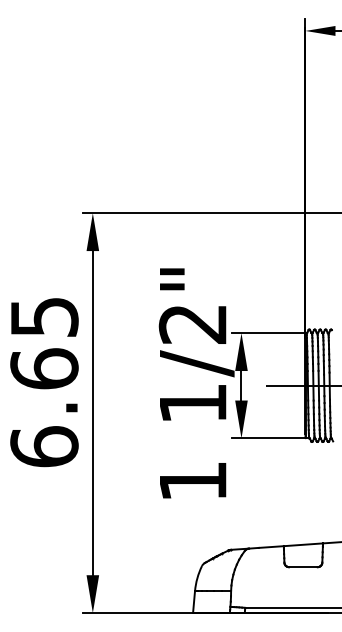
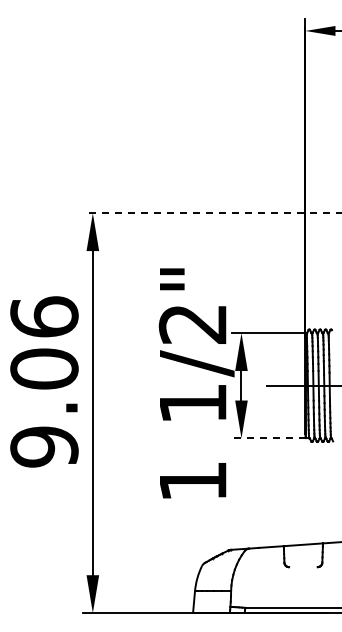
line at (212, 213): solid -> dashed
text at (44, 381): 6.65 -> 9.06
line at (268, 438): solid -> dashed
line at (303, 567): present -> none
